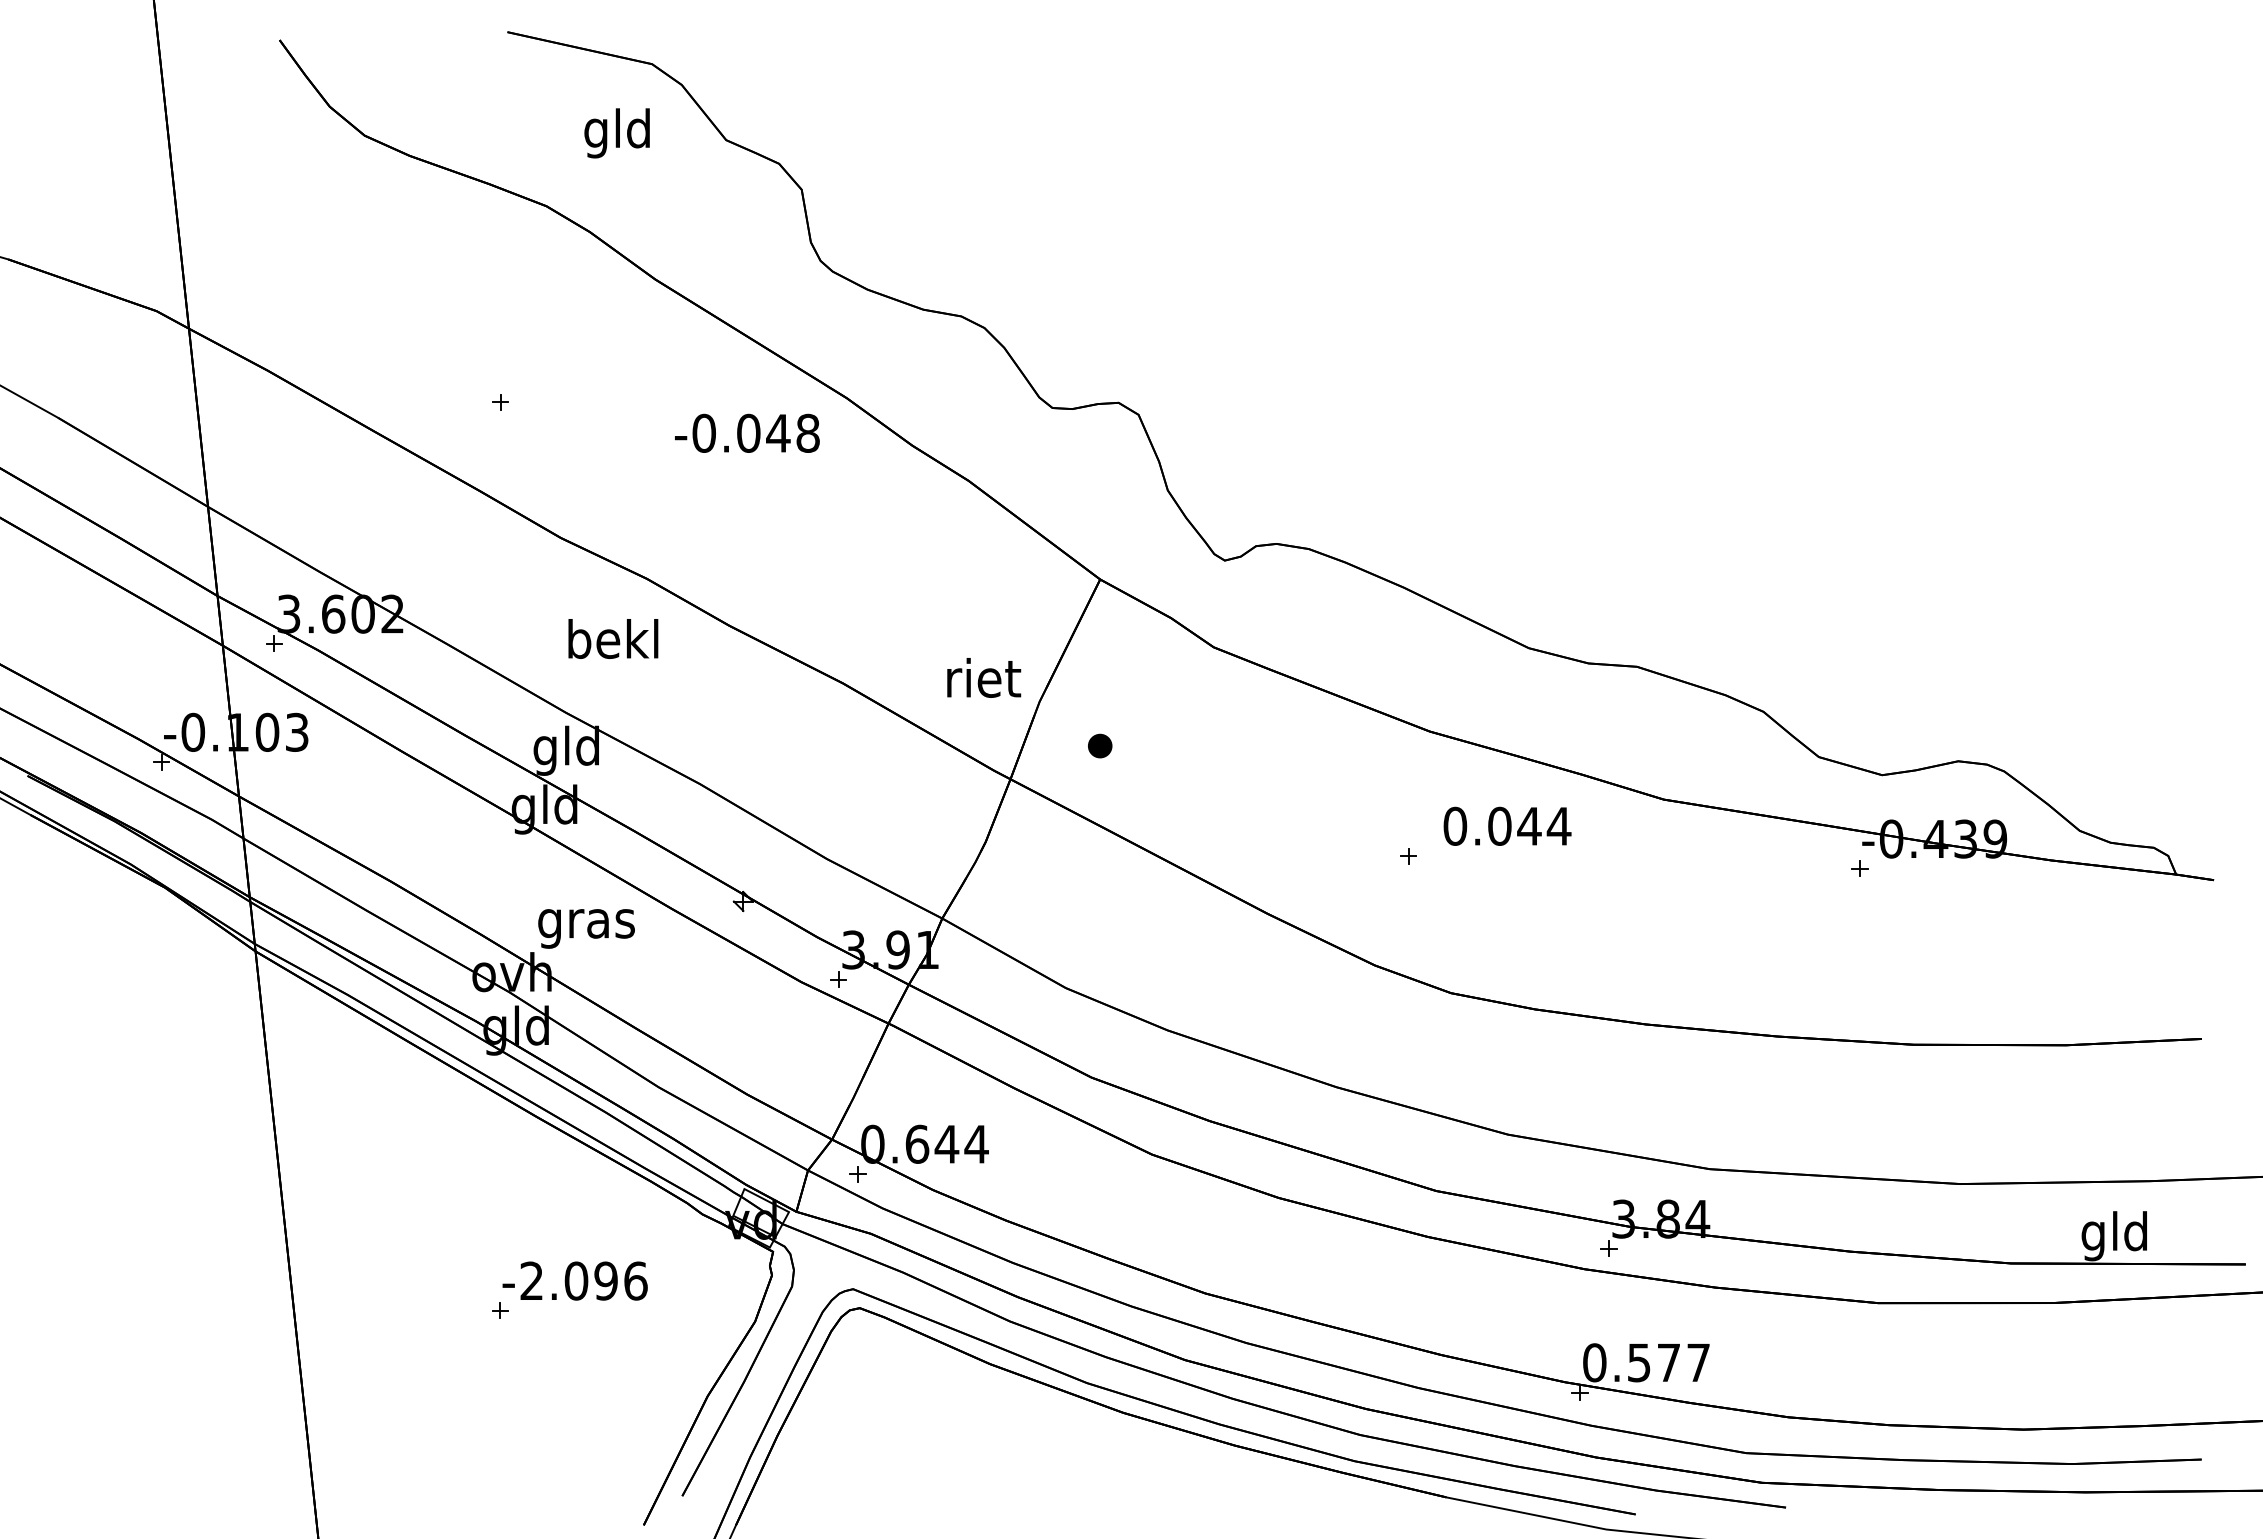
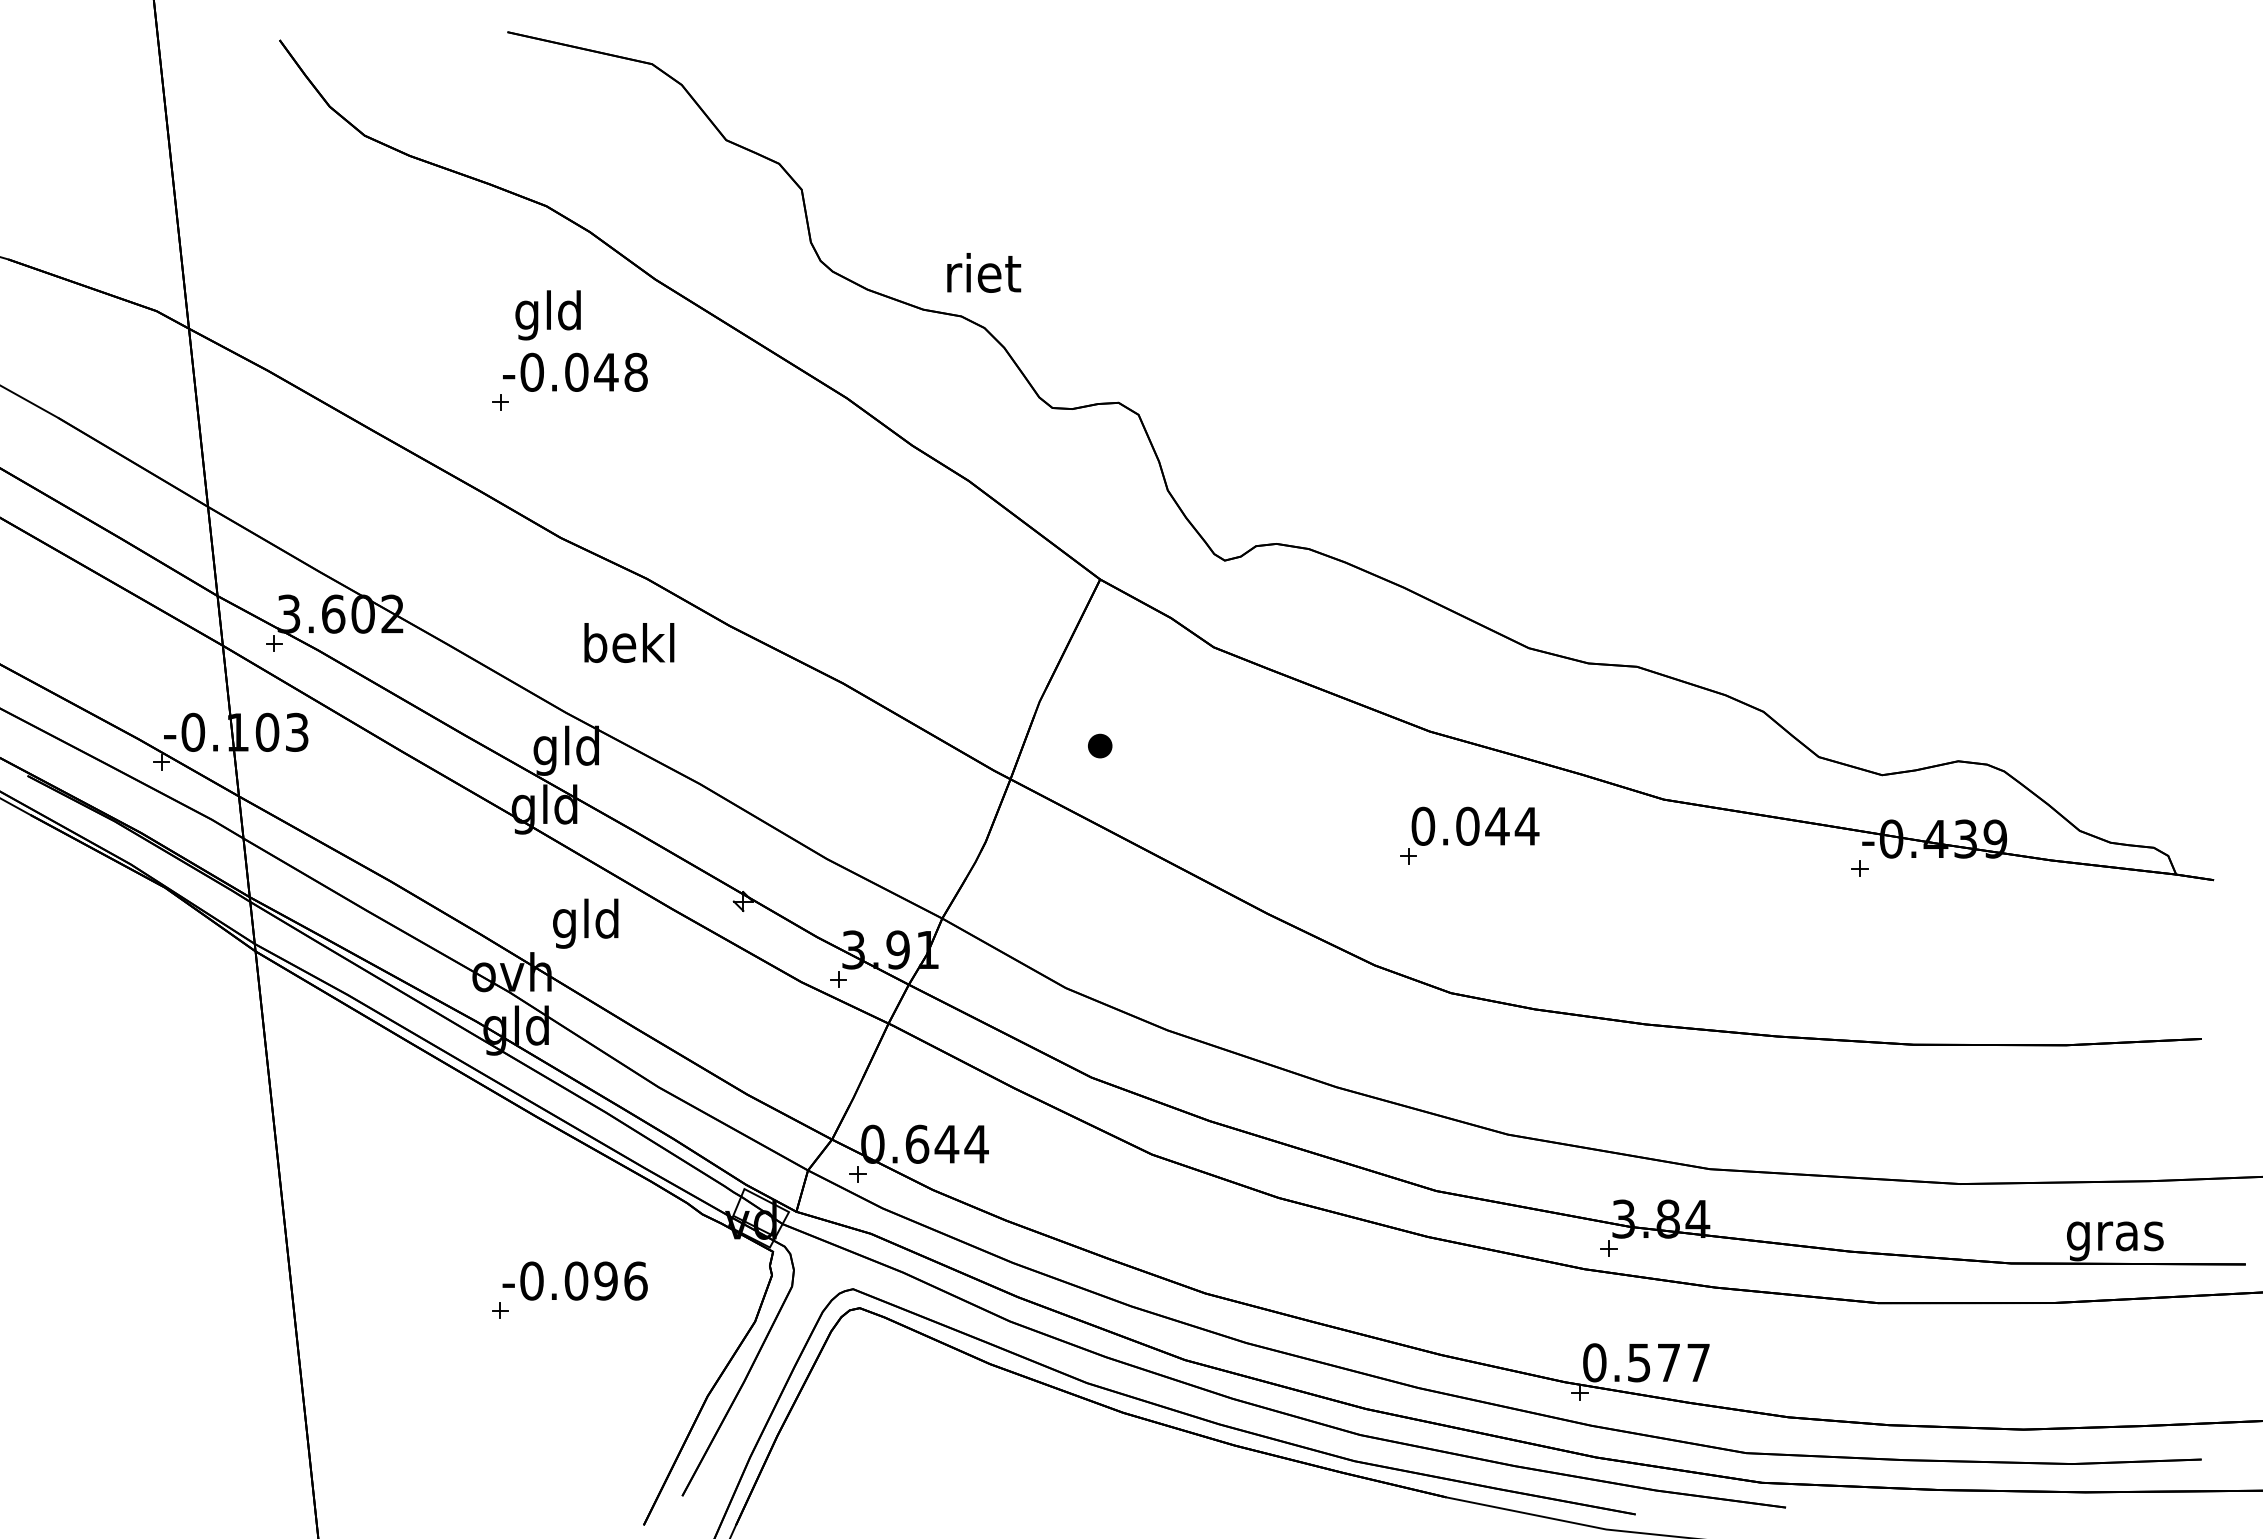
text at (616, 133) position: (616, 133) -> (547, 315)
text at (747, 432) position: (747, 432) -> (575, 371)
text at (613, 638) position: (613, 638) -> (629, 642)
text at (984, 677) position: (984, 677) -> (984, 272)
text at (1507, 825) position: (1507, 825) -> (1475, 825)
text at (586, 923): gras -> gld
text at (2115, 1236): gld -> gras
text at (531, 1280): -2.096 -> -0.096
